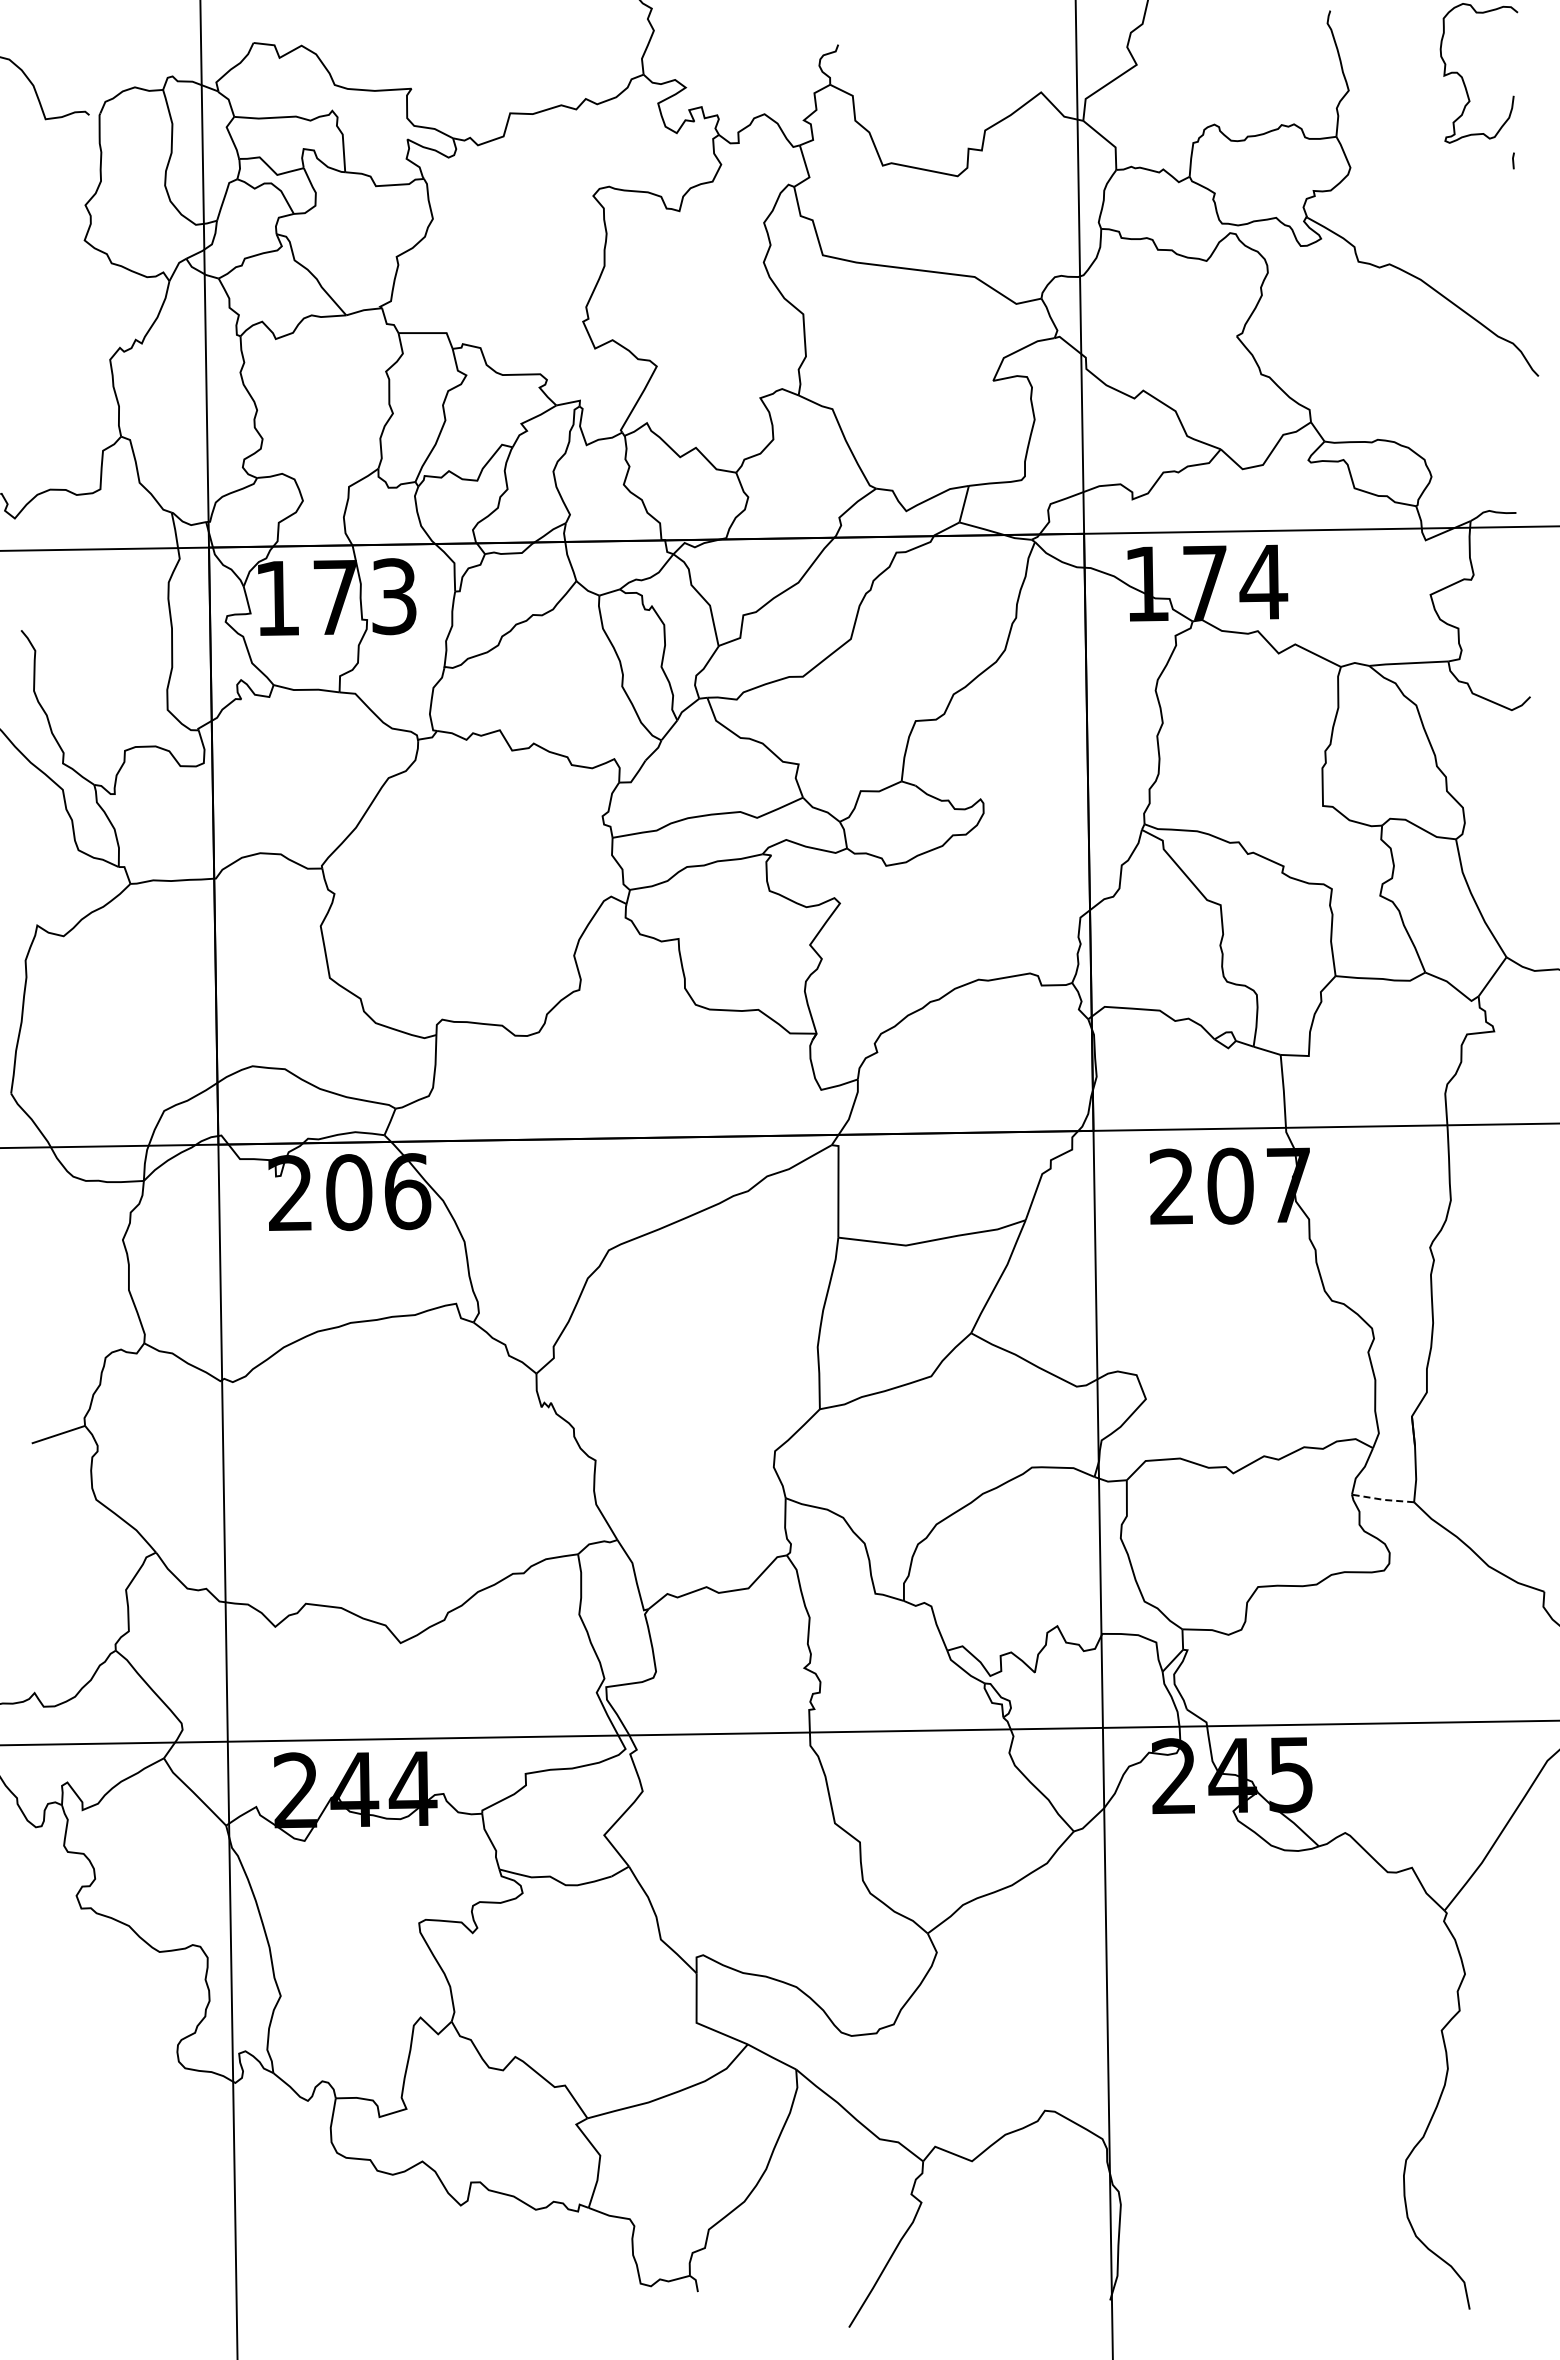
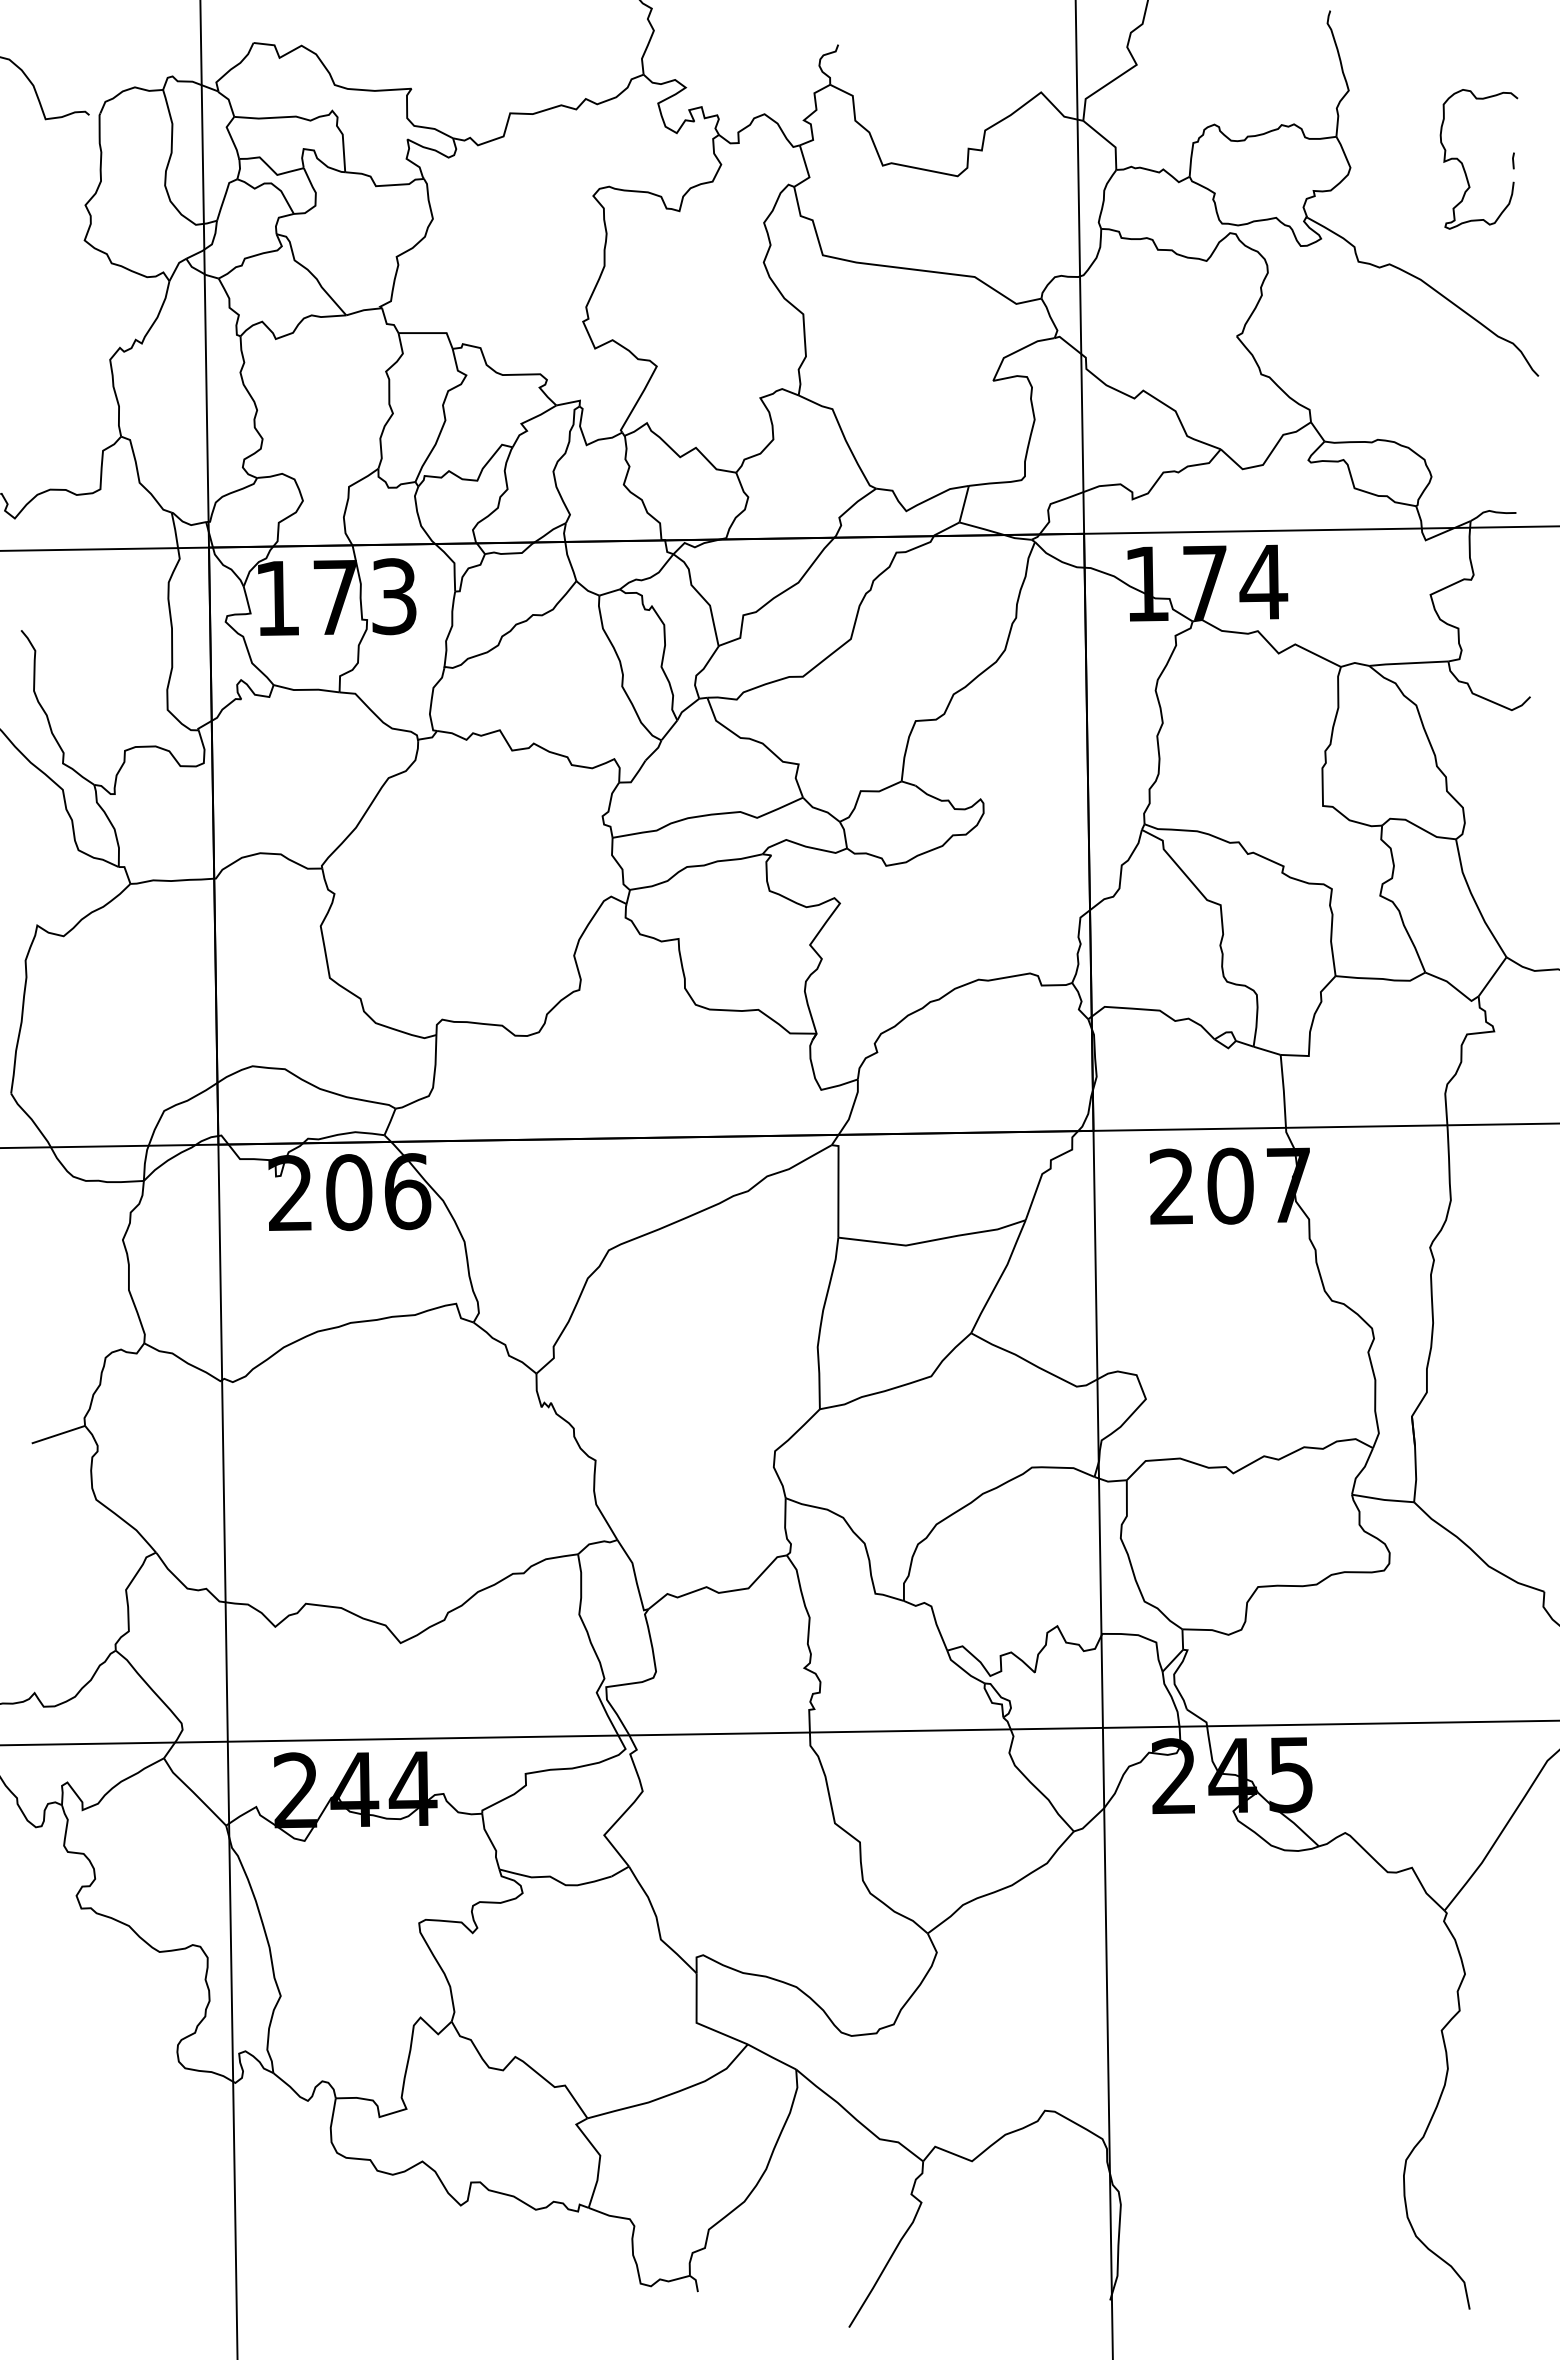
curve at (1463, 78) position: (1463, 78) -> (1463, 164)
line at (1383, 1499): dashed -> solid
